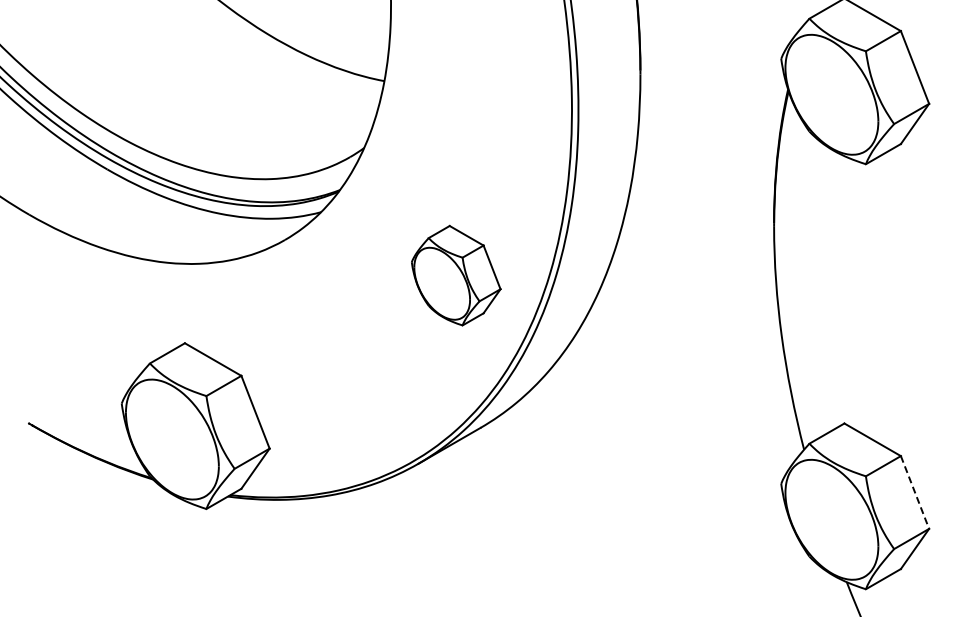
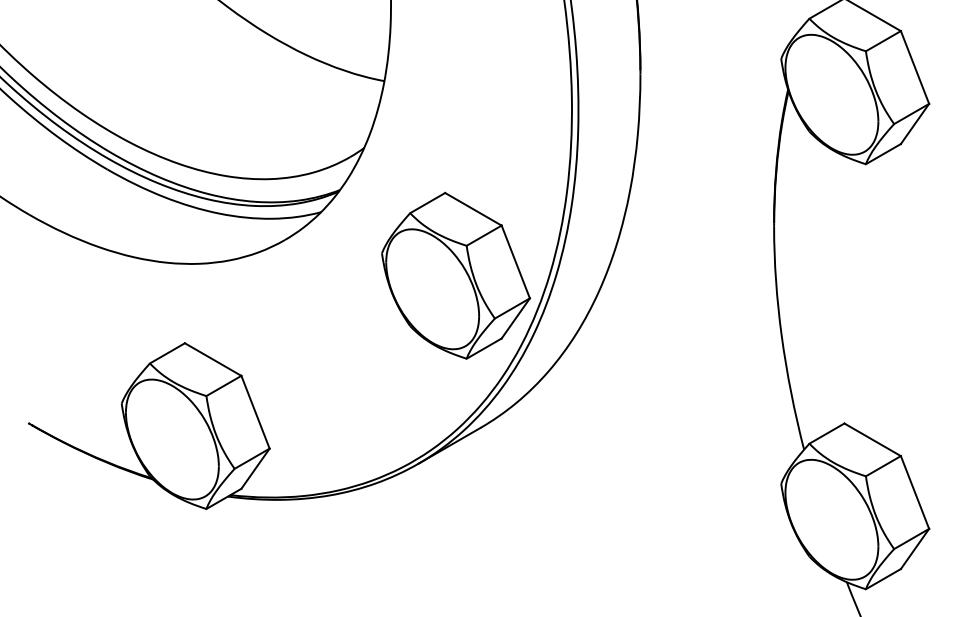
part at (456, 275) size: 91x103 px -> 151x169 px
line at (915, 492): dashed -> solid
